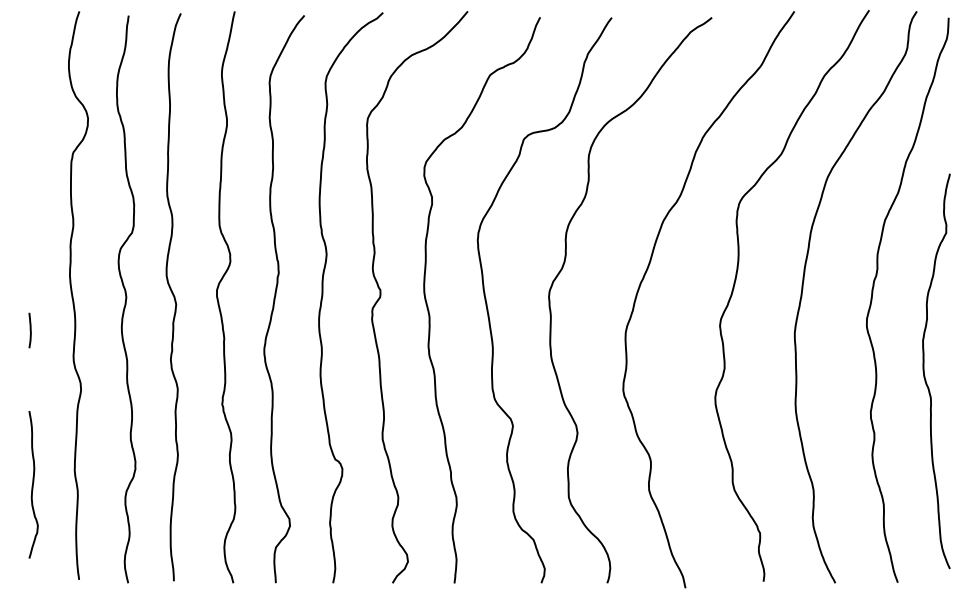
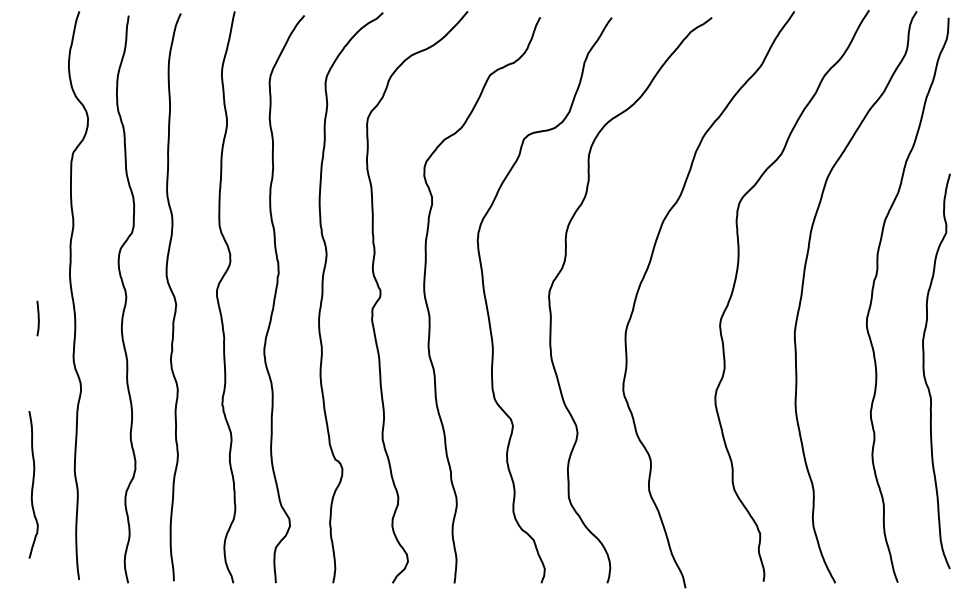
line at (29, 330) position: (29, 330) -> (37, 318)
